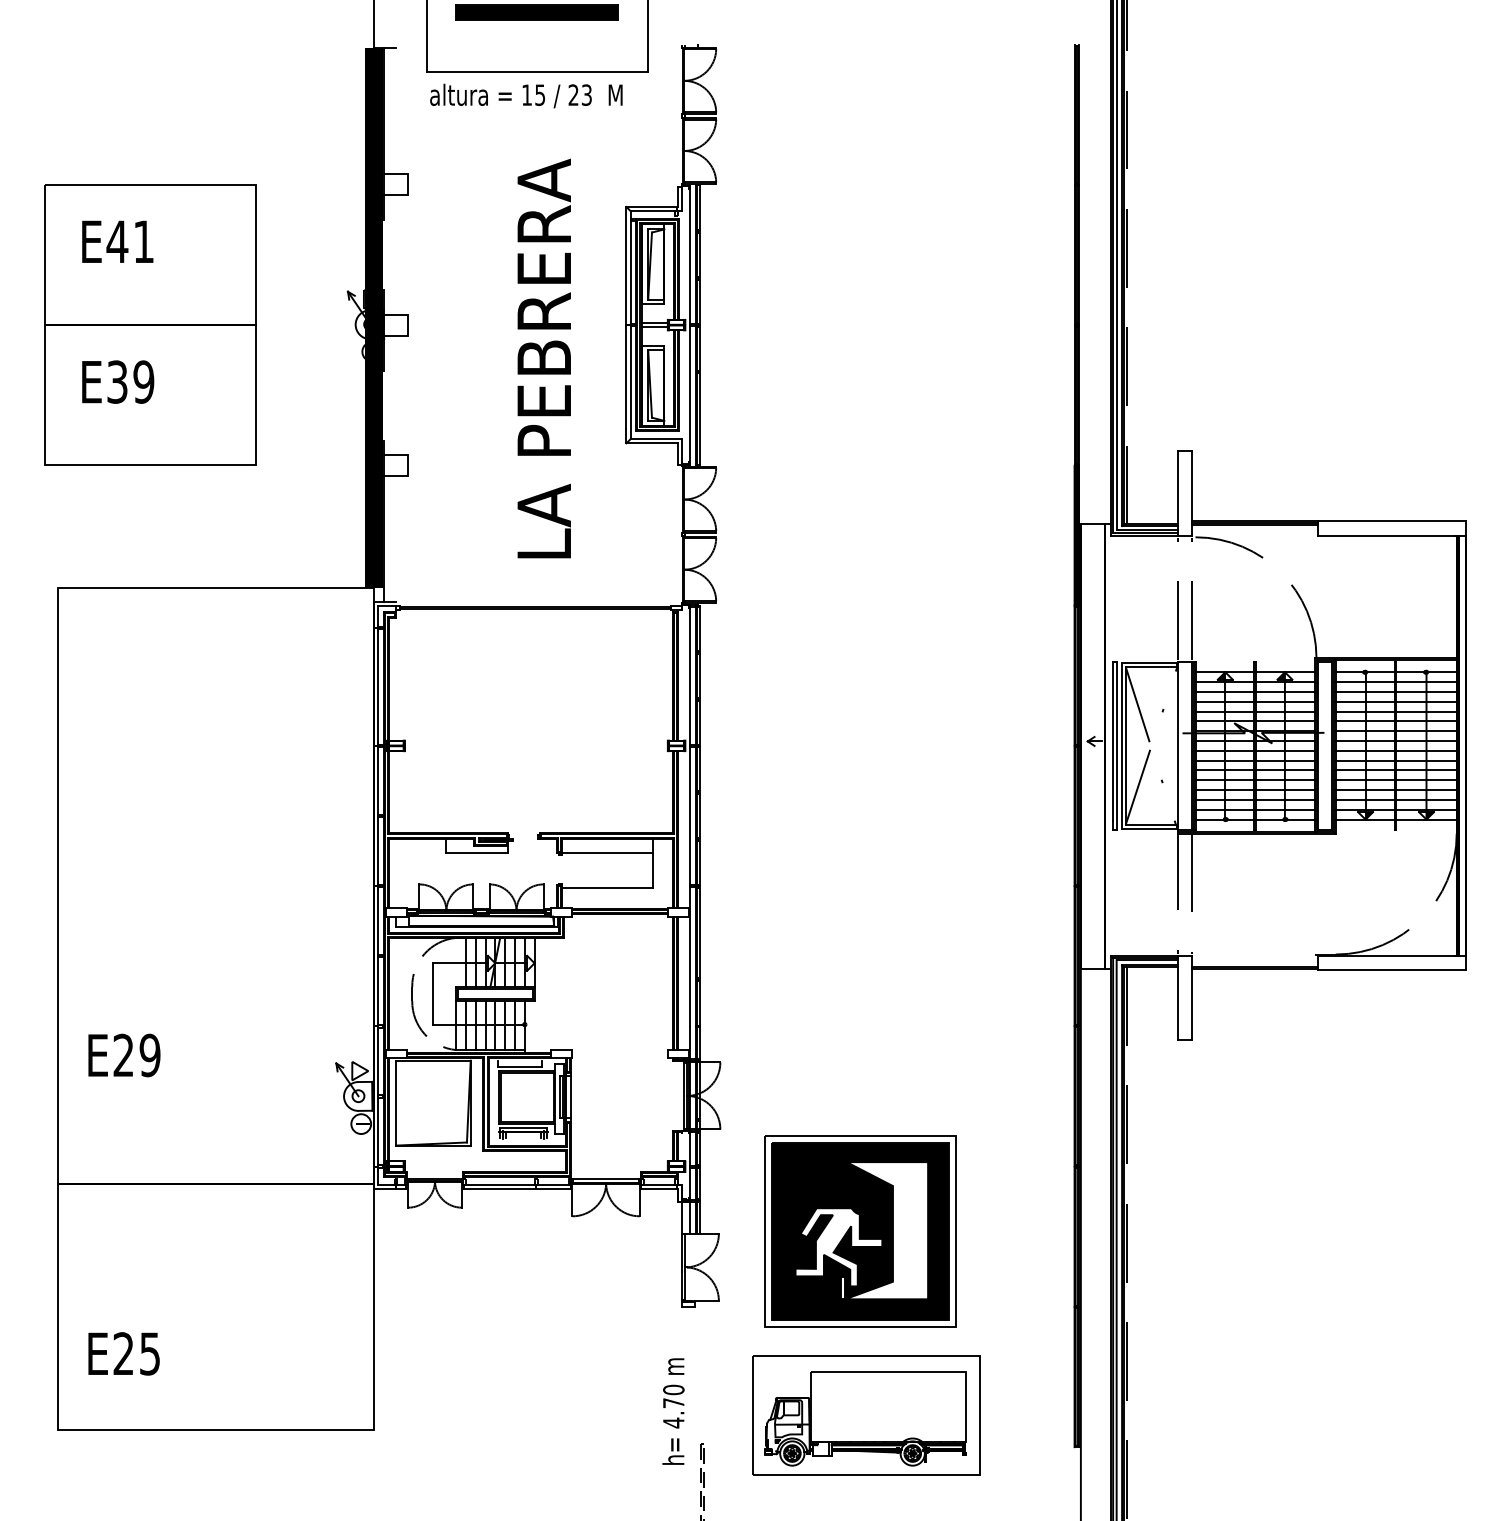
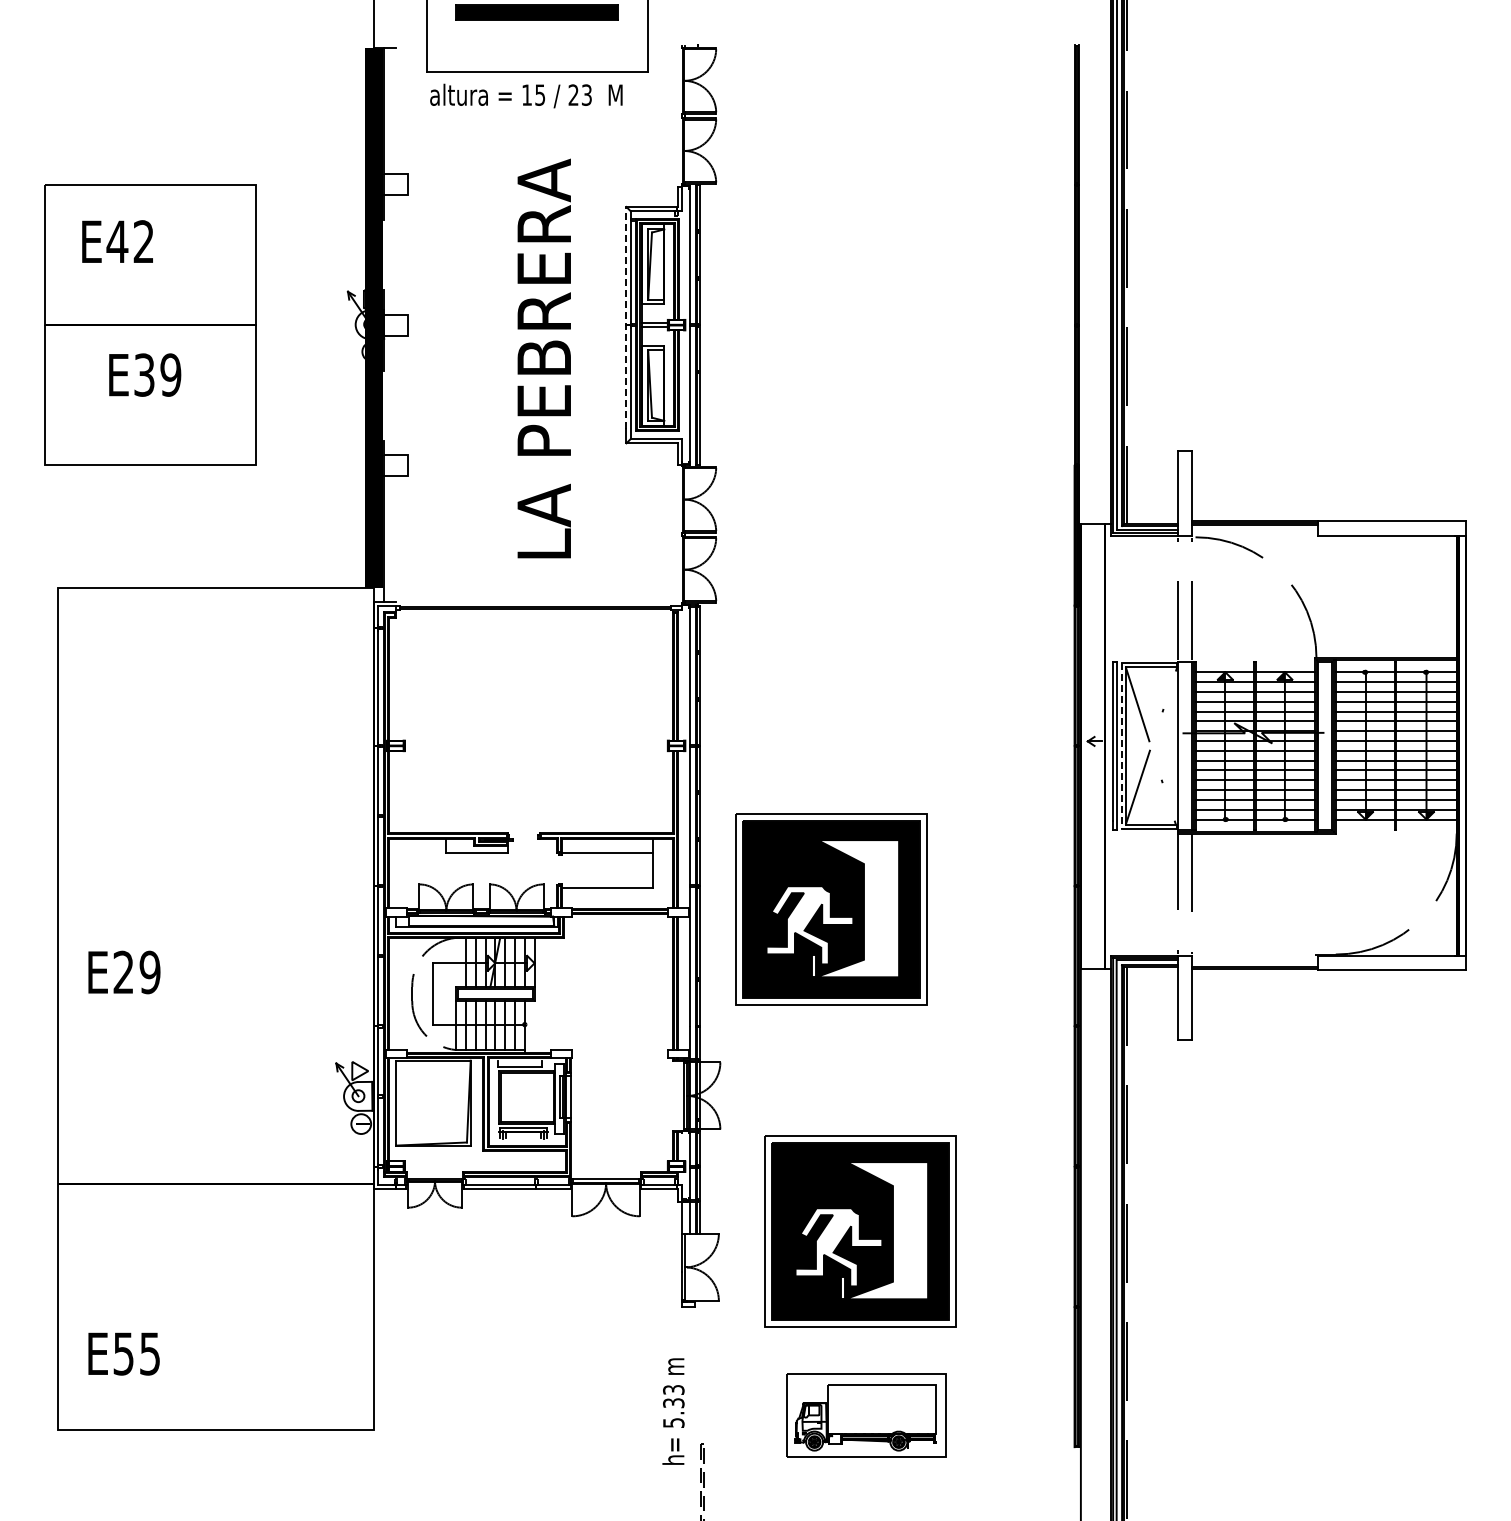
text at (143, 241): E41 -> E42
line at (626, 317): solid -> dashed
text at (118, 381) position: (118, 381) -> (145, 374)
line at (1121, 746): solid -> dashed
part at (831, 909): none -> present
text at (124, 1055) position: (124, 1055) -> (124, 972)
text at (123, 1353): E25 -> E55
text at (673, 1406): 4.70 -> 5.33
part at (866, 1415) size: 229x121 px -> 161x85 px
